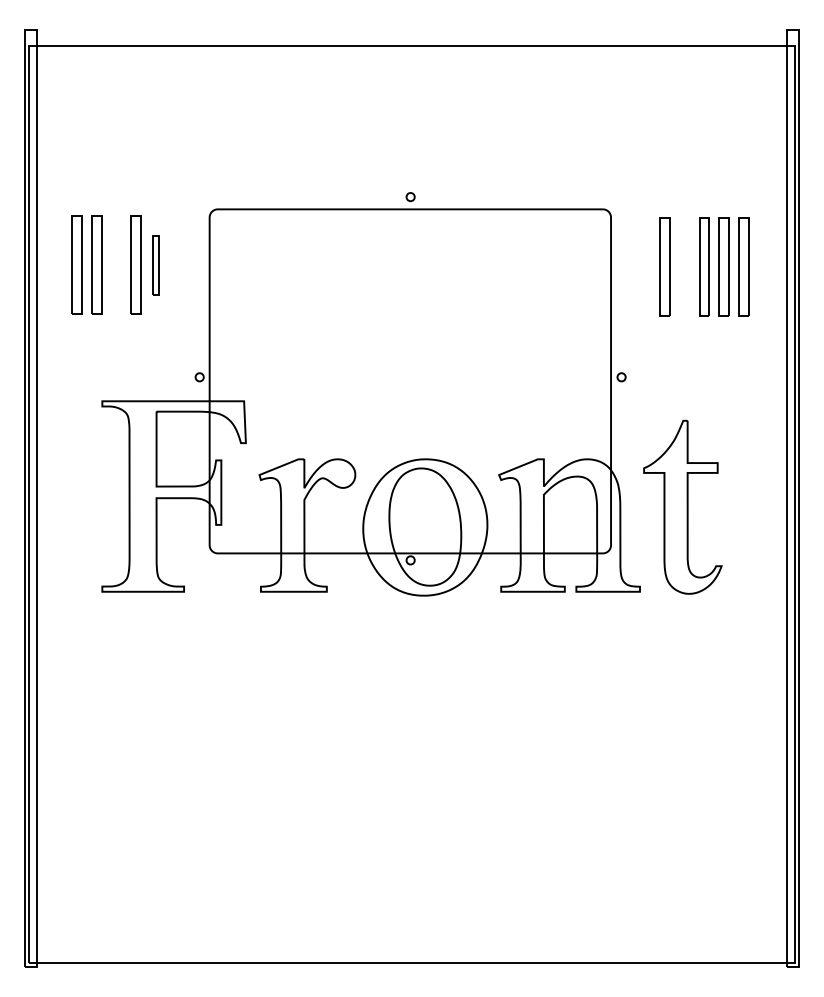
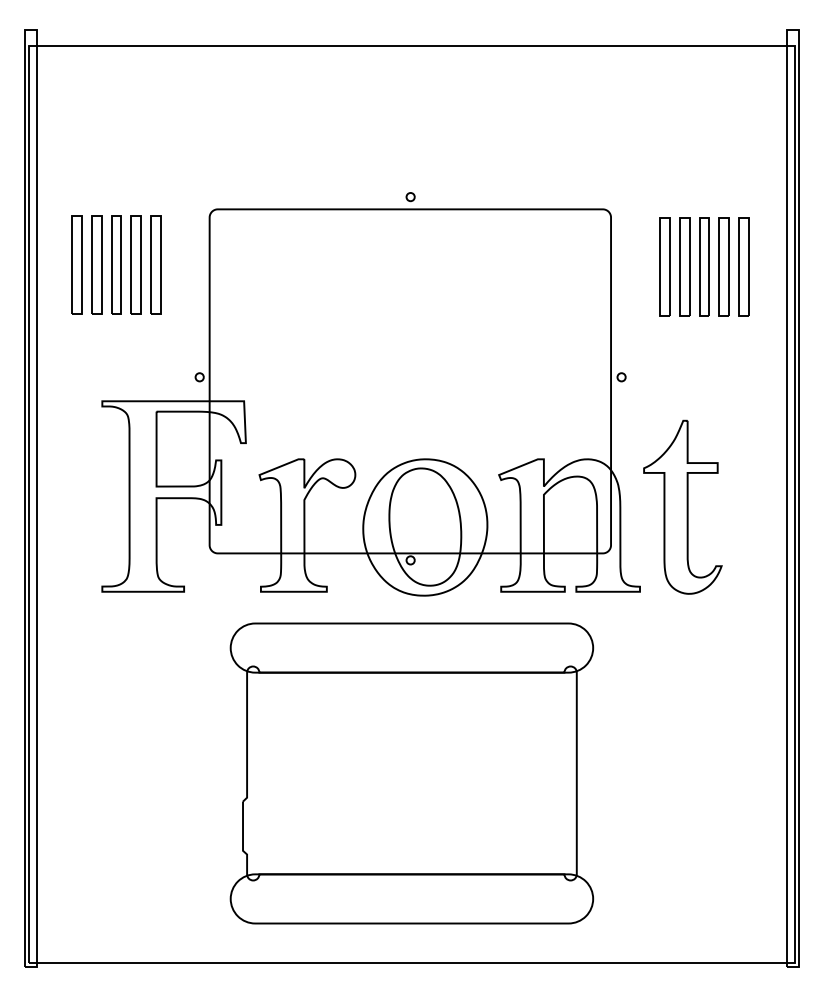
part at (116, 264): none -> present
part at (155, 265) size: 8x61 px -> 12x100 px
part at (684, 266): none -> present
part at (411, 773): none -> present
